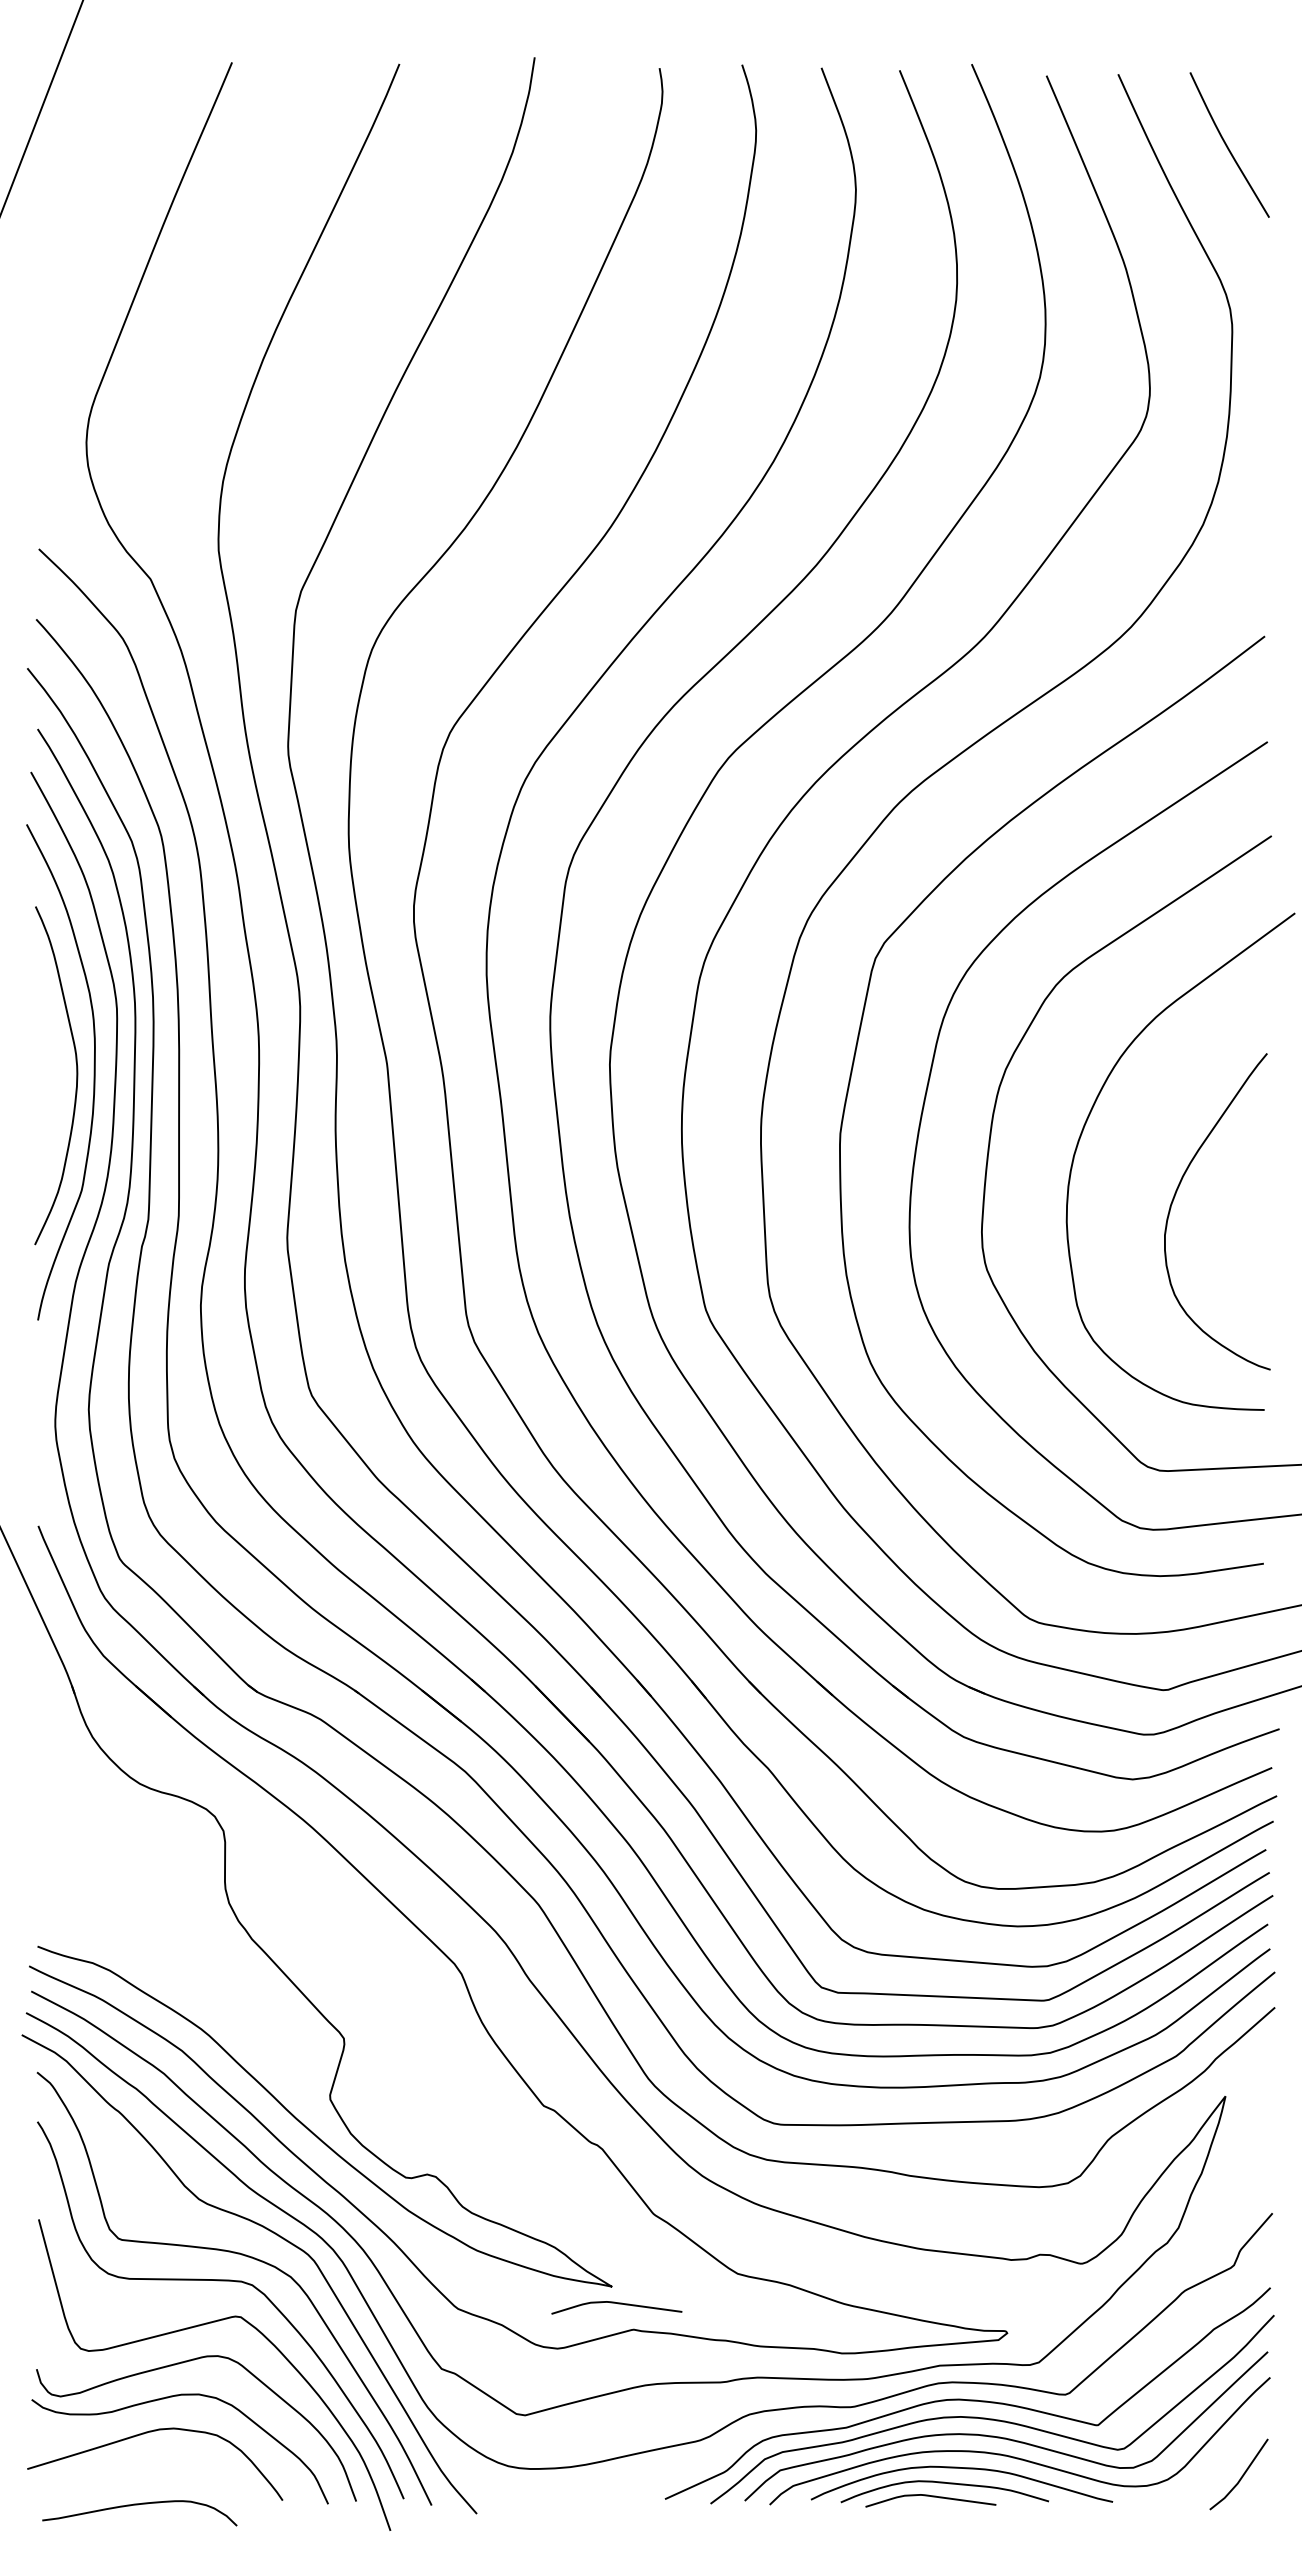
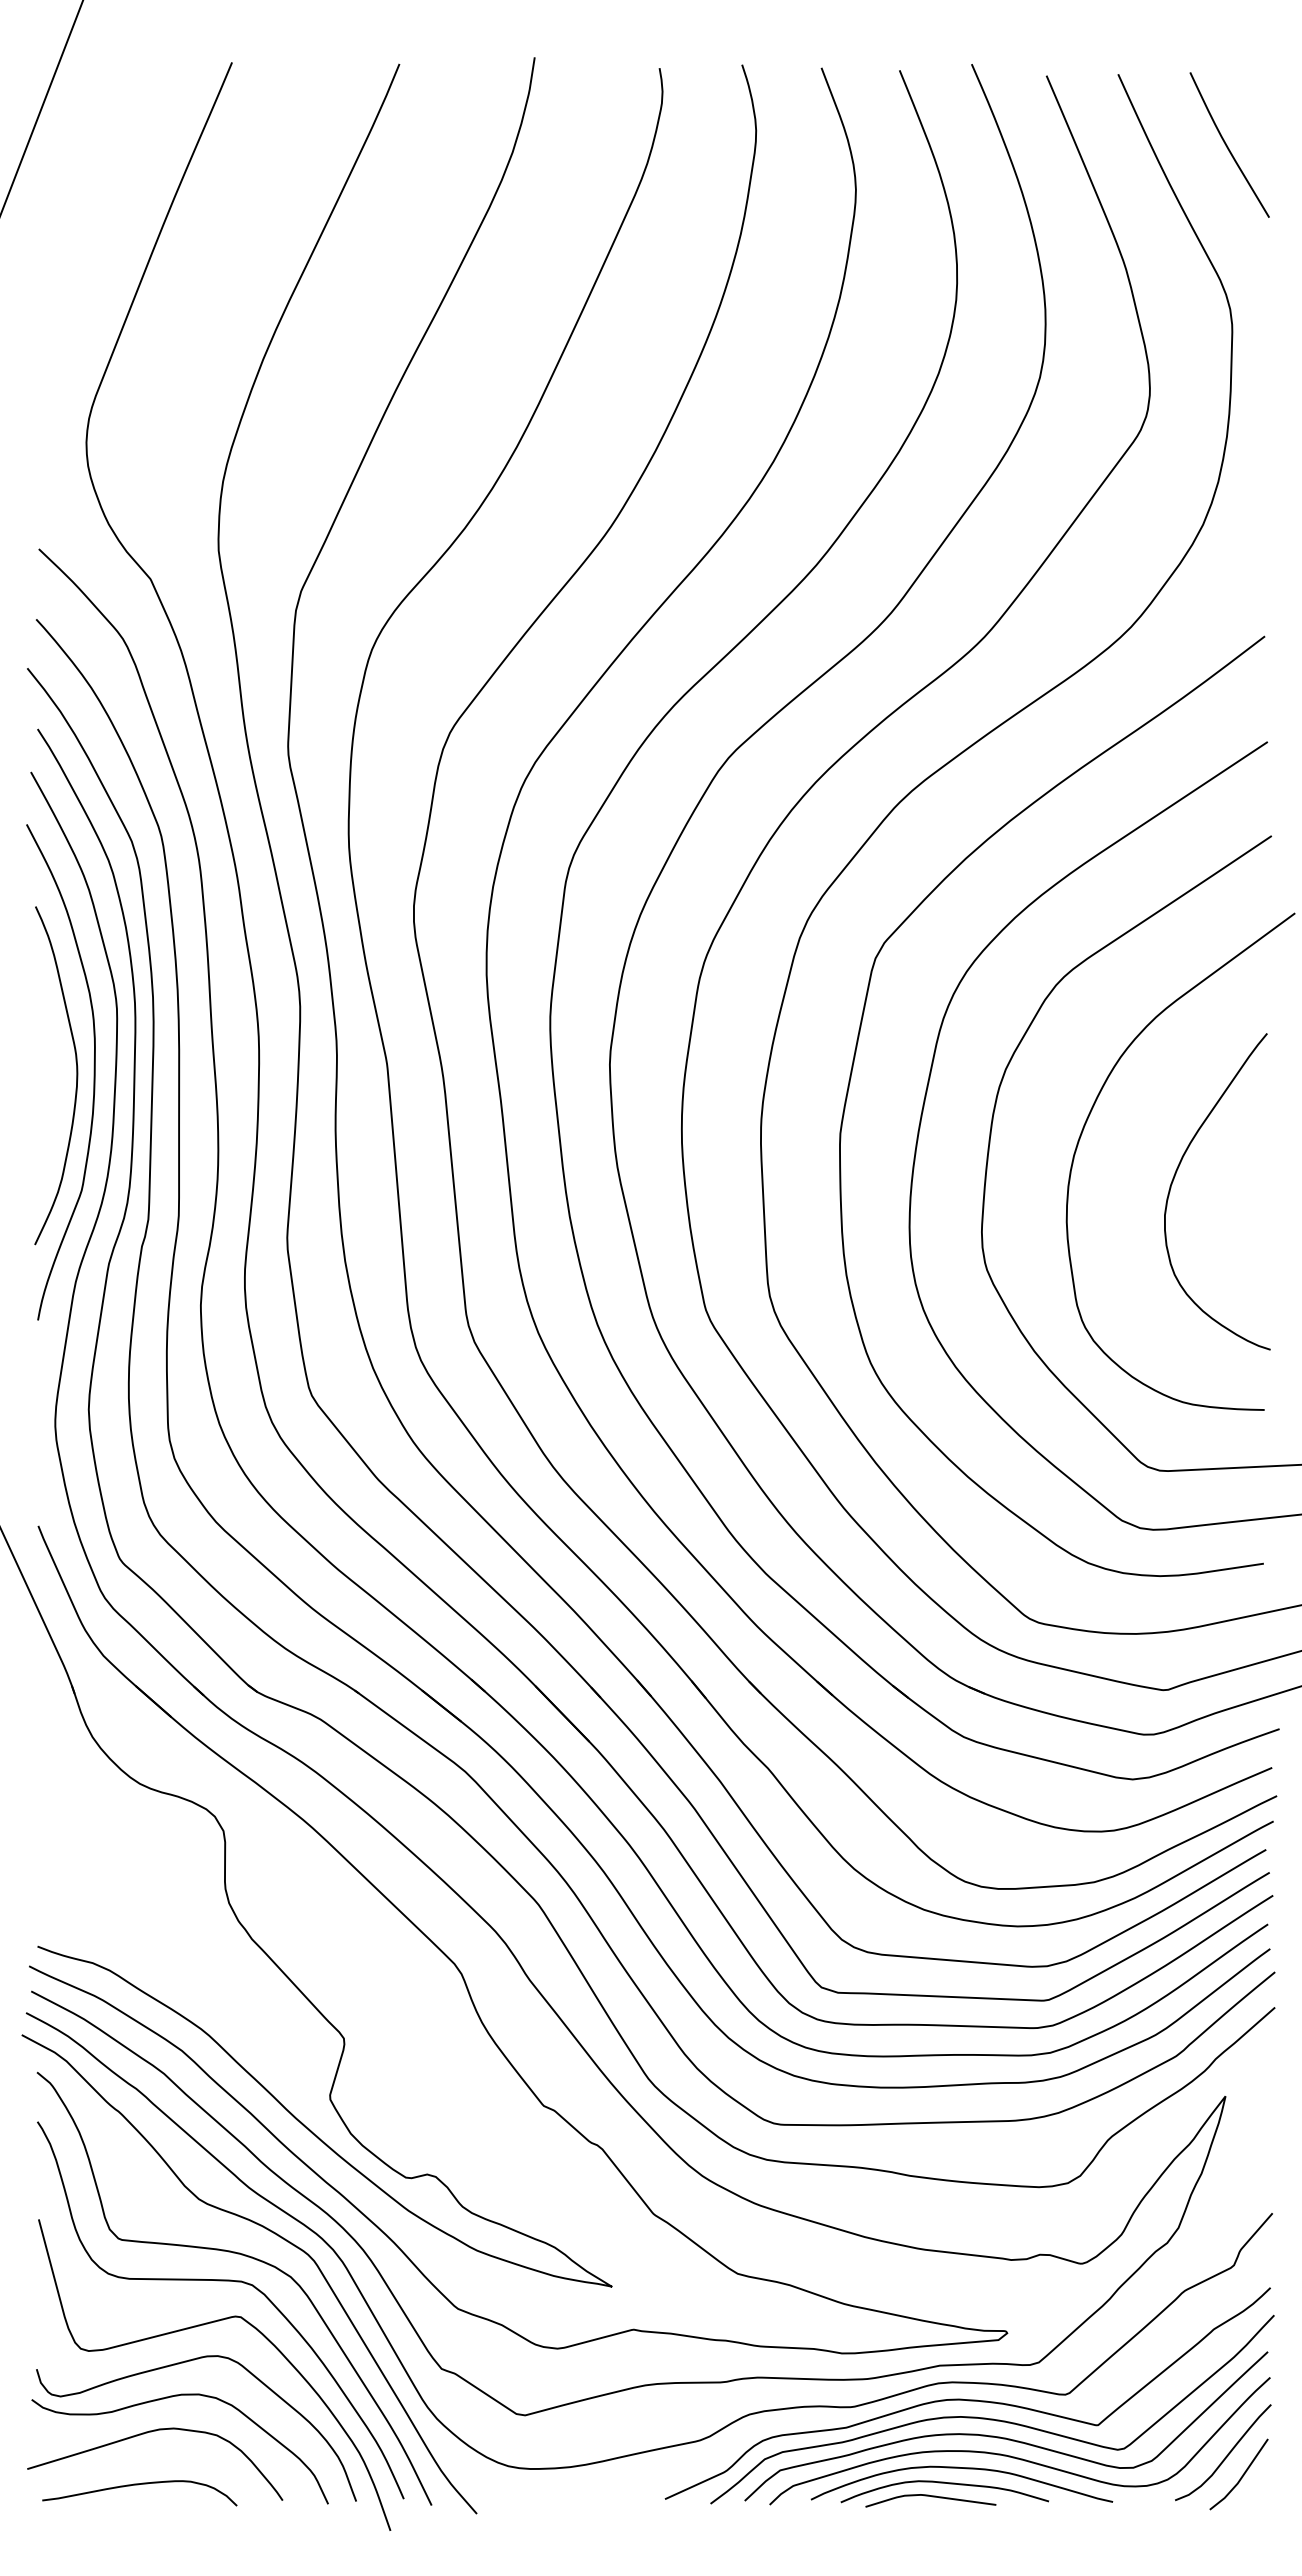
curve at (1176, 1194) position: (1176, 1194) -> (1176, 1174)
curve at (618, 2304): present -> none
curve at (1226, 2455): none -> present
curve at (138, 2505) position: (138, 2505) -> (138, 2485)
